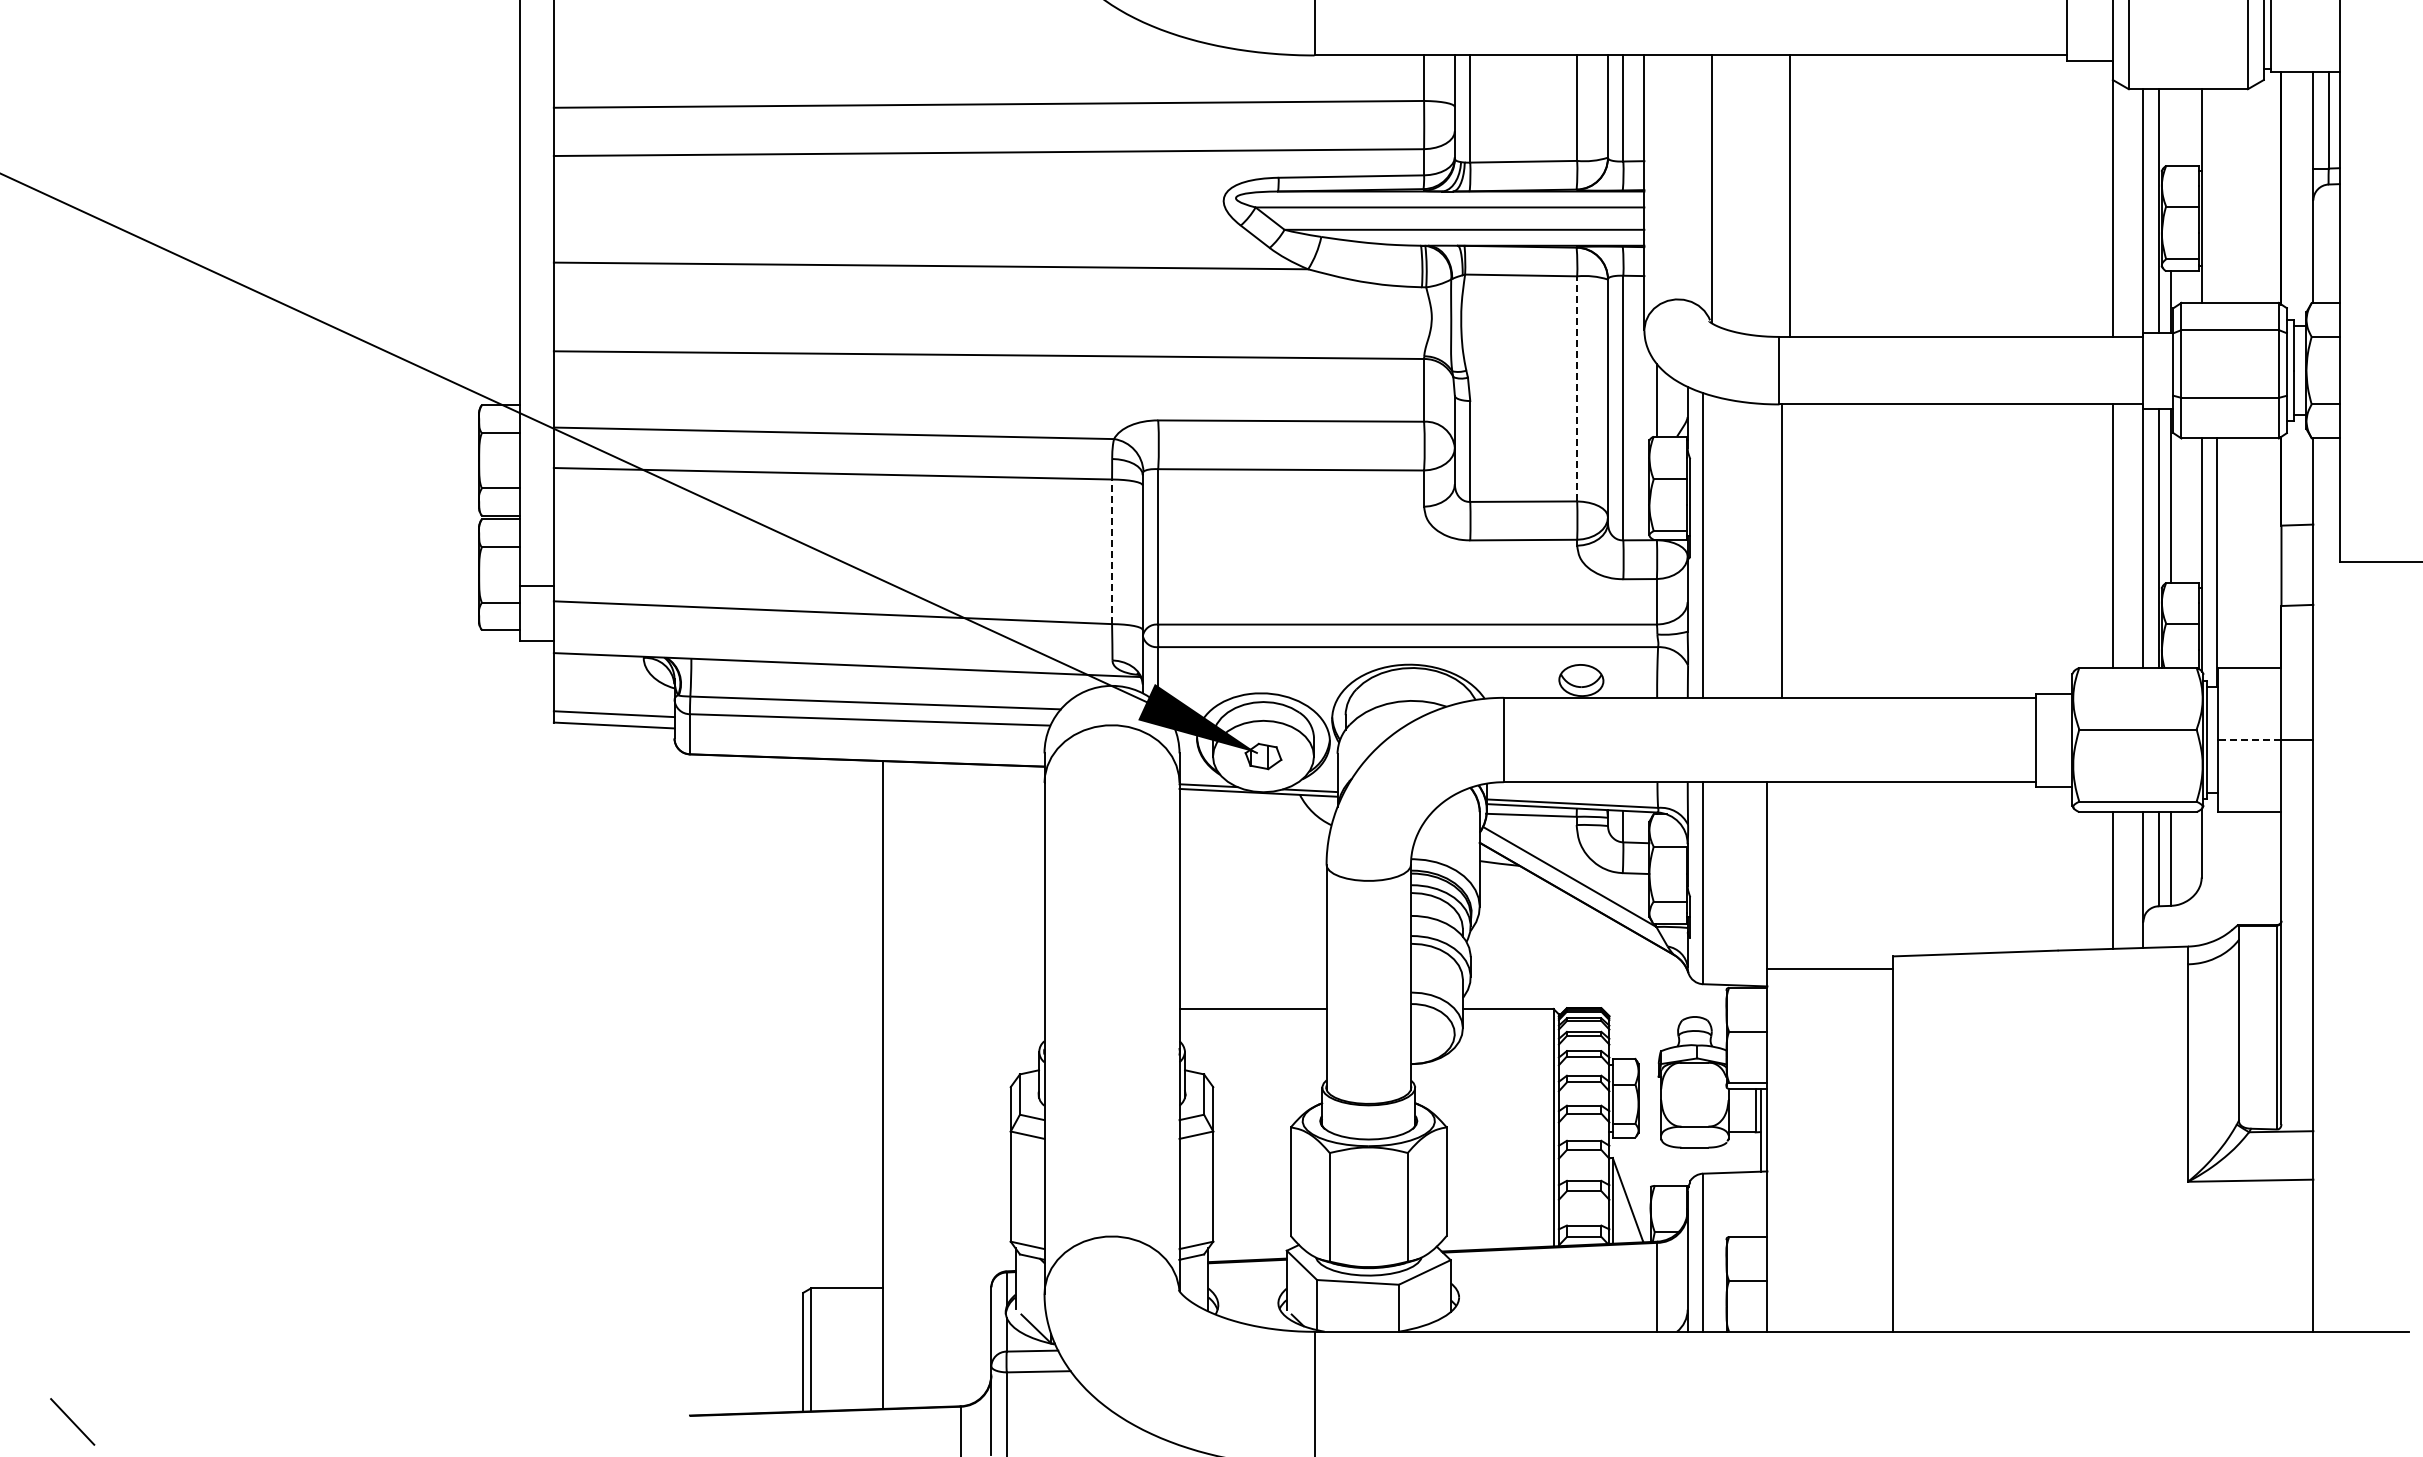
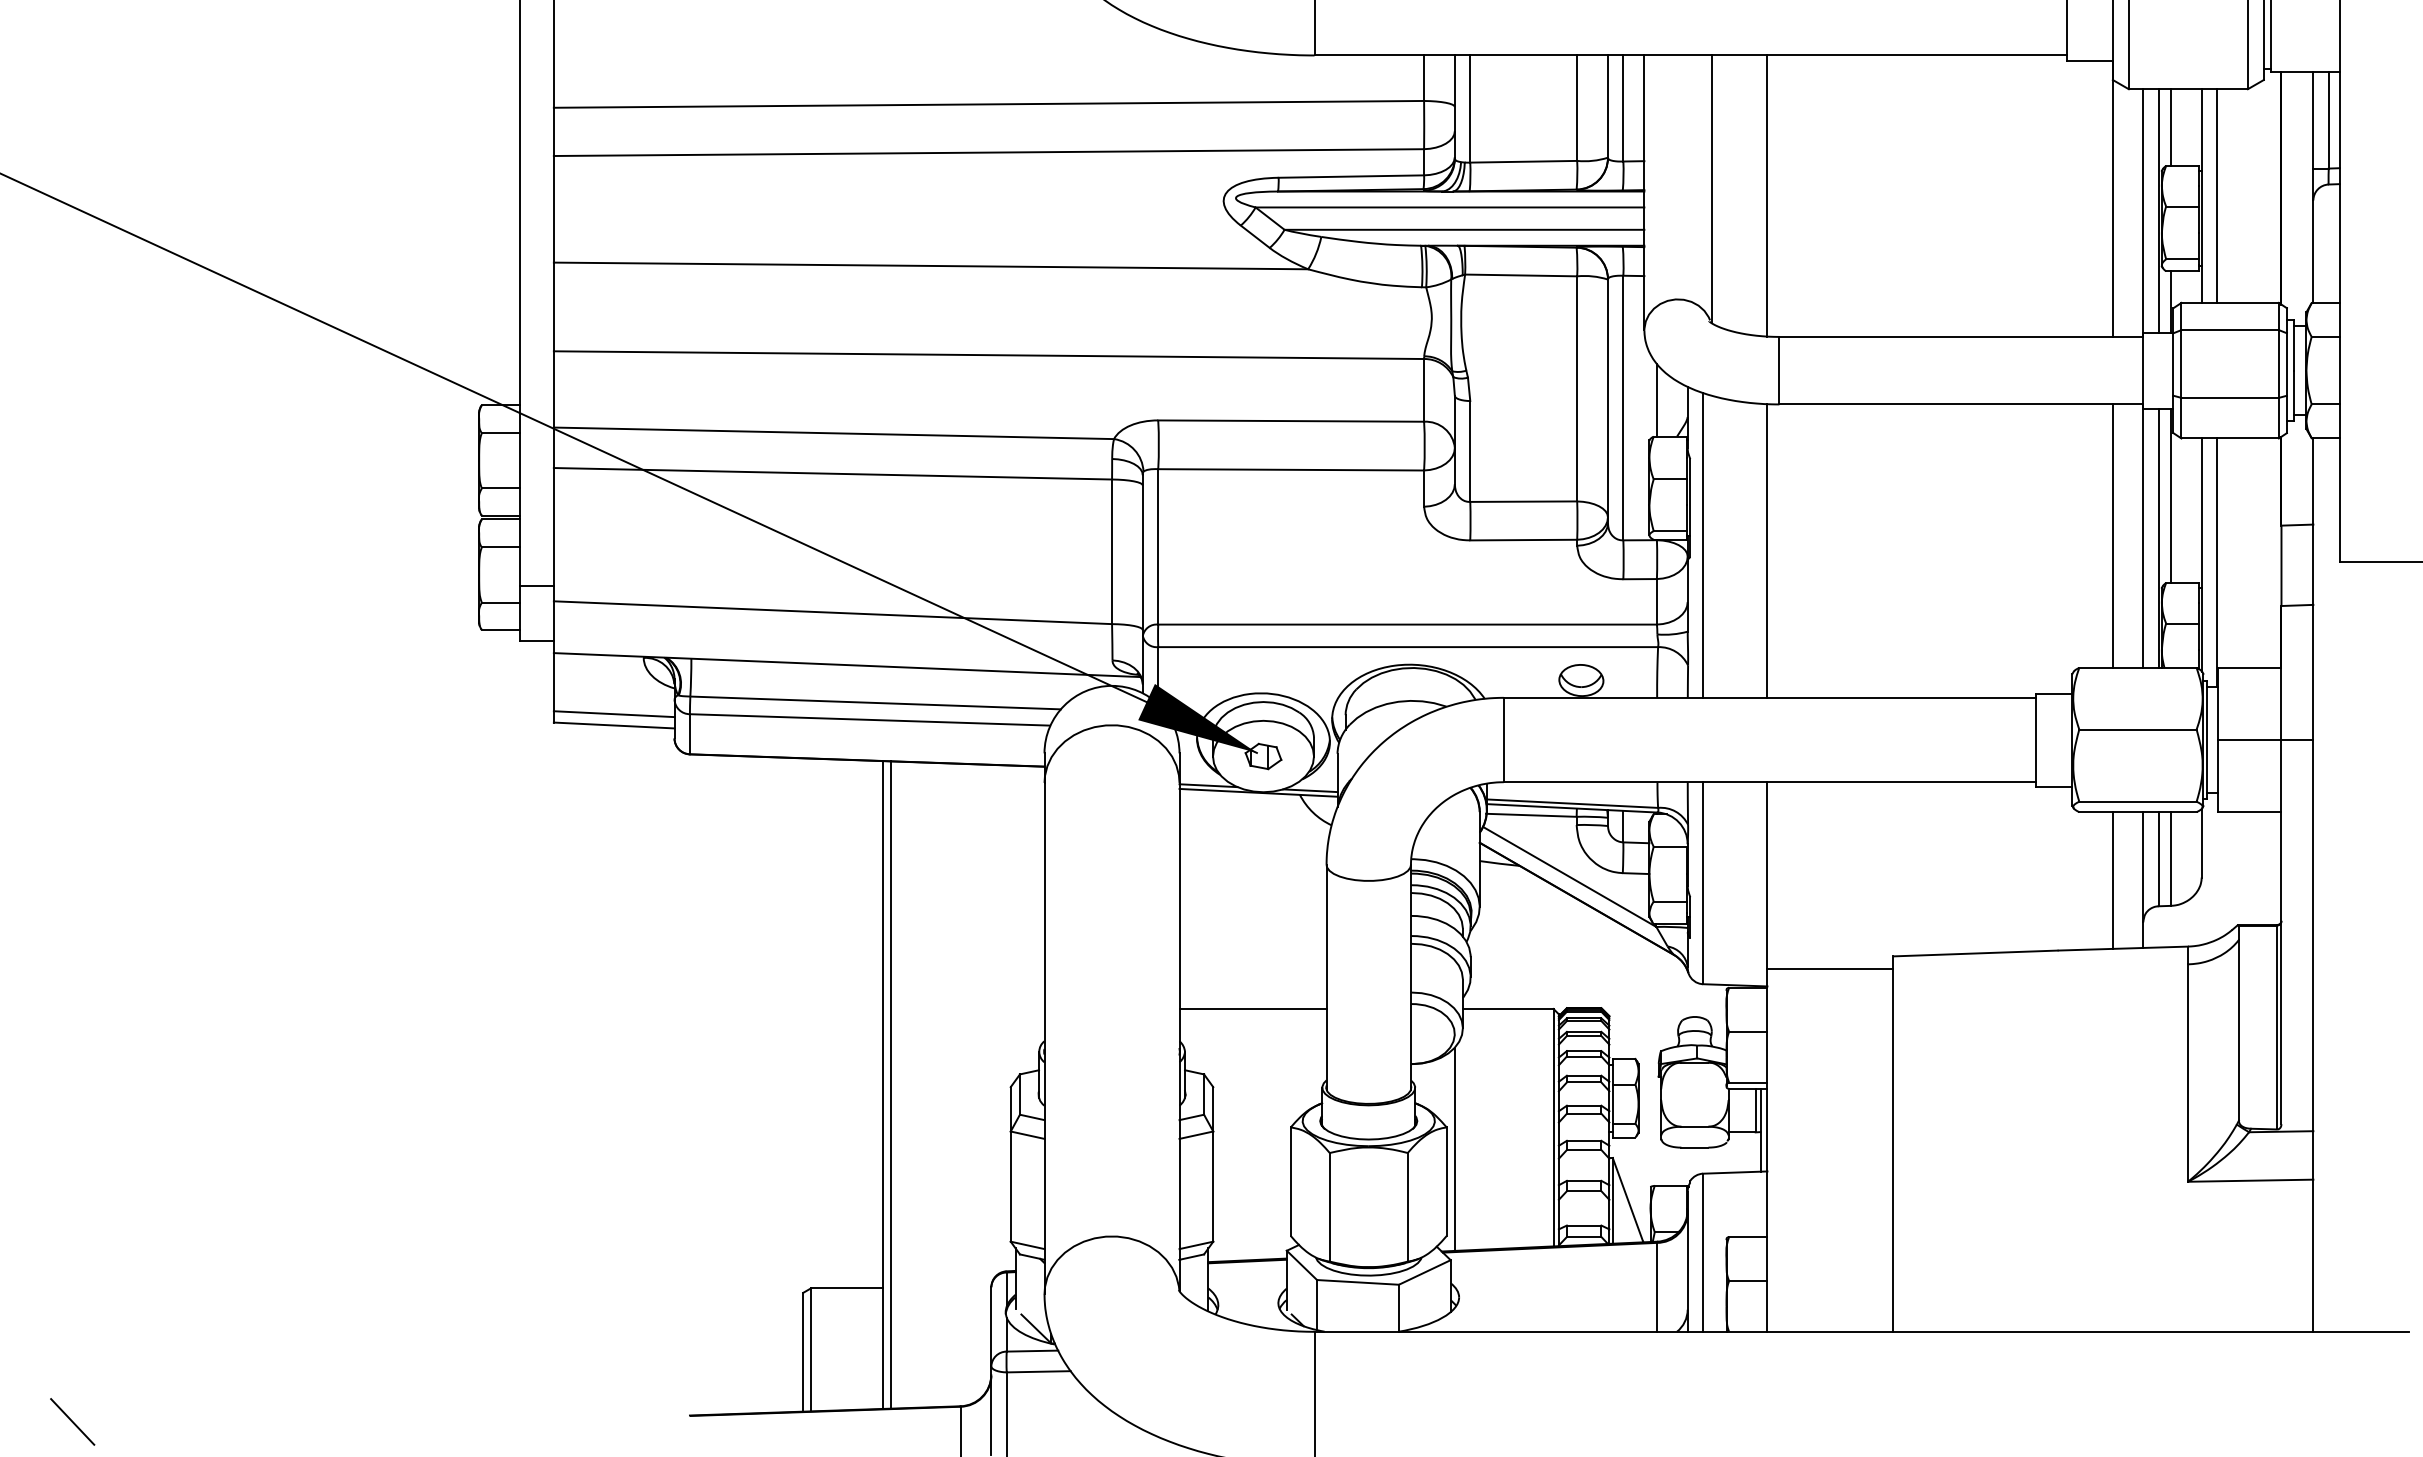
line at (2170, 127): none -> present
line at (1790, 195) position: (1790, 195) -> (1767, 195)
line at (2217, 195): none -> present
line at (1577, 388): dashed -> solid
line at (1782, 550) position: (1782, 550) -> (1767, 550)
line at (1112, 551): dashed -> solid
line at (2249, 740): dashed -> solid
line at (890, 1084): none -> present
line at (1454, 1149): none -> present
